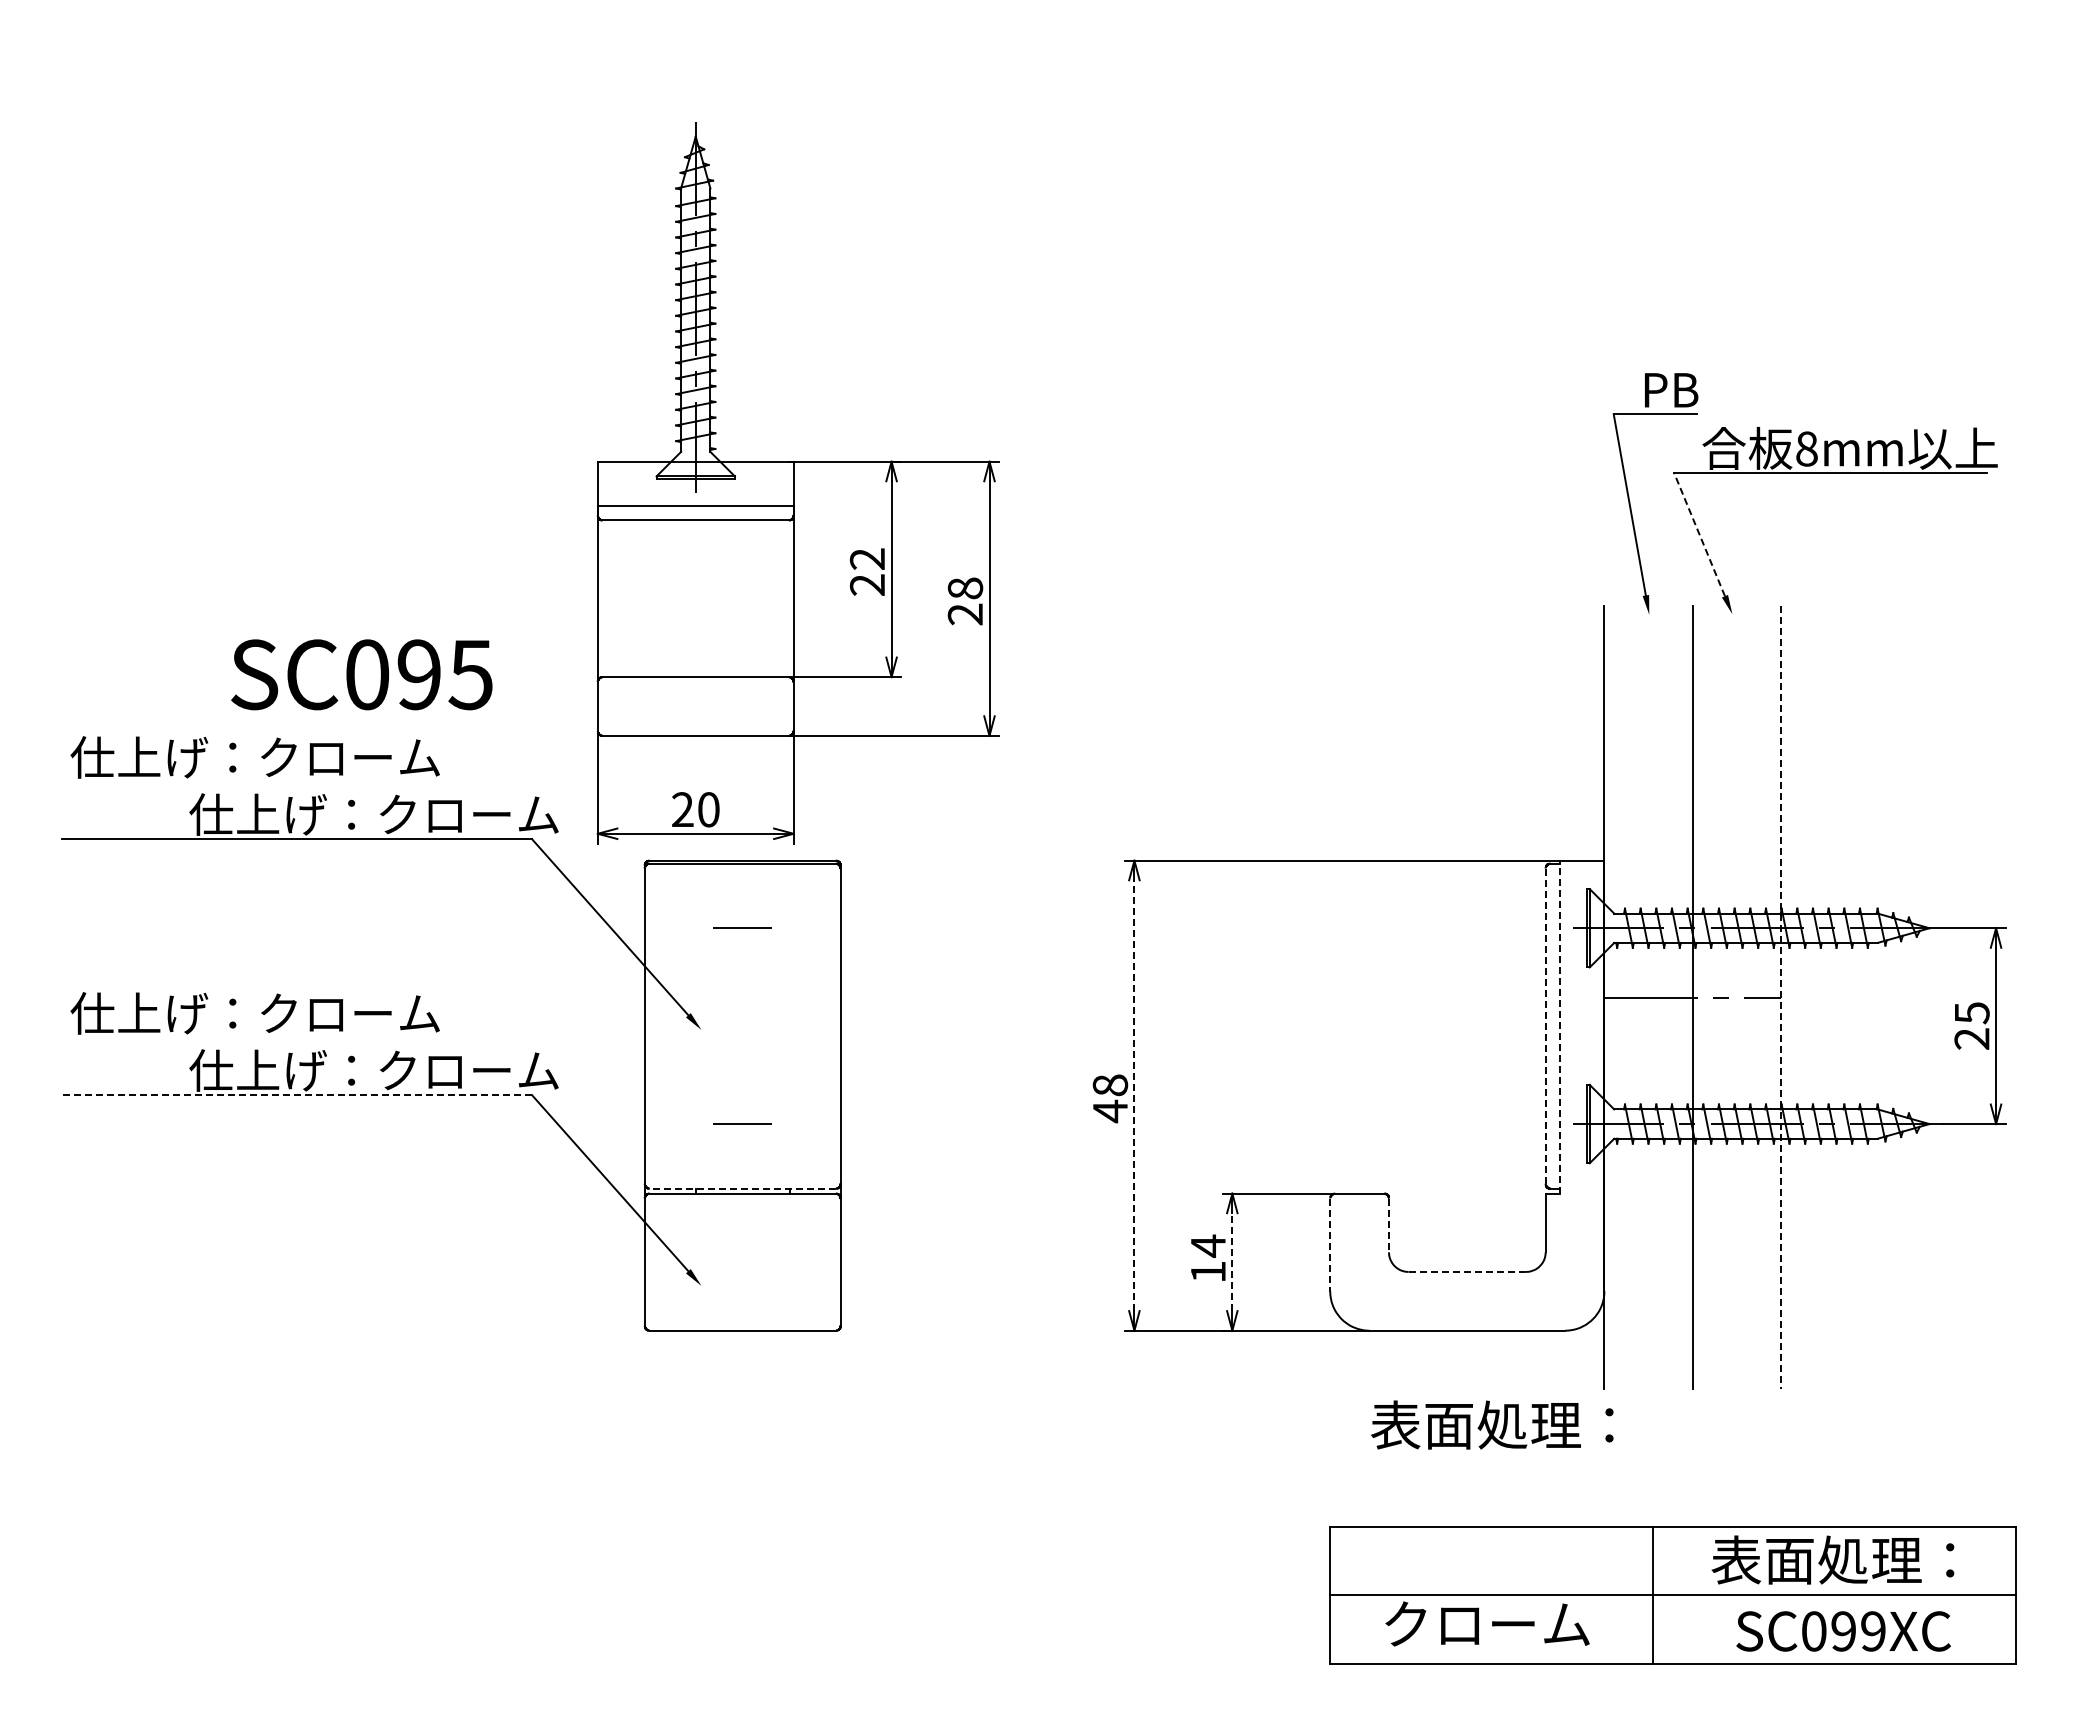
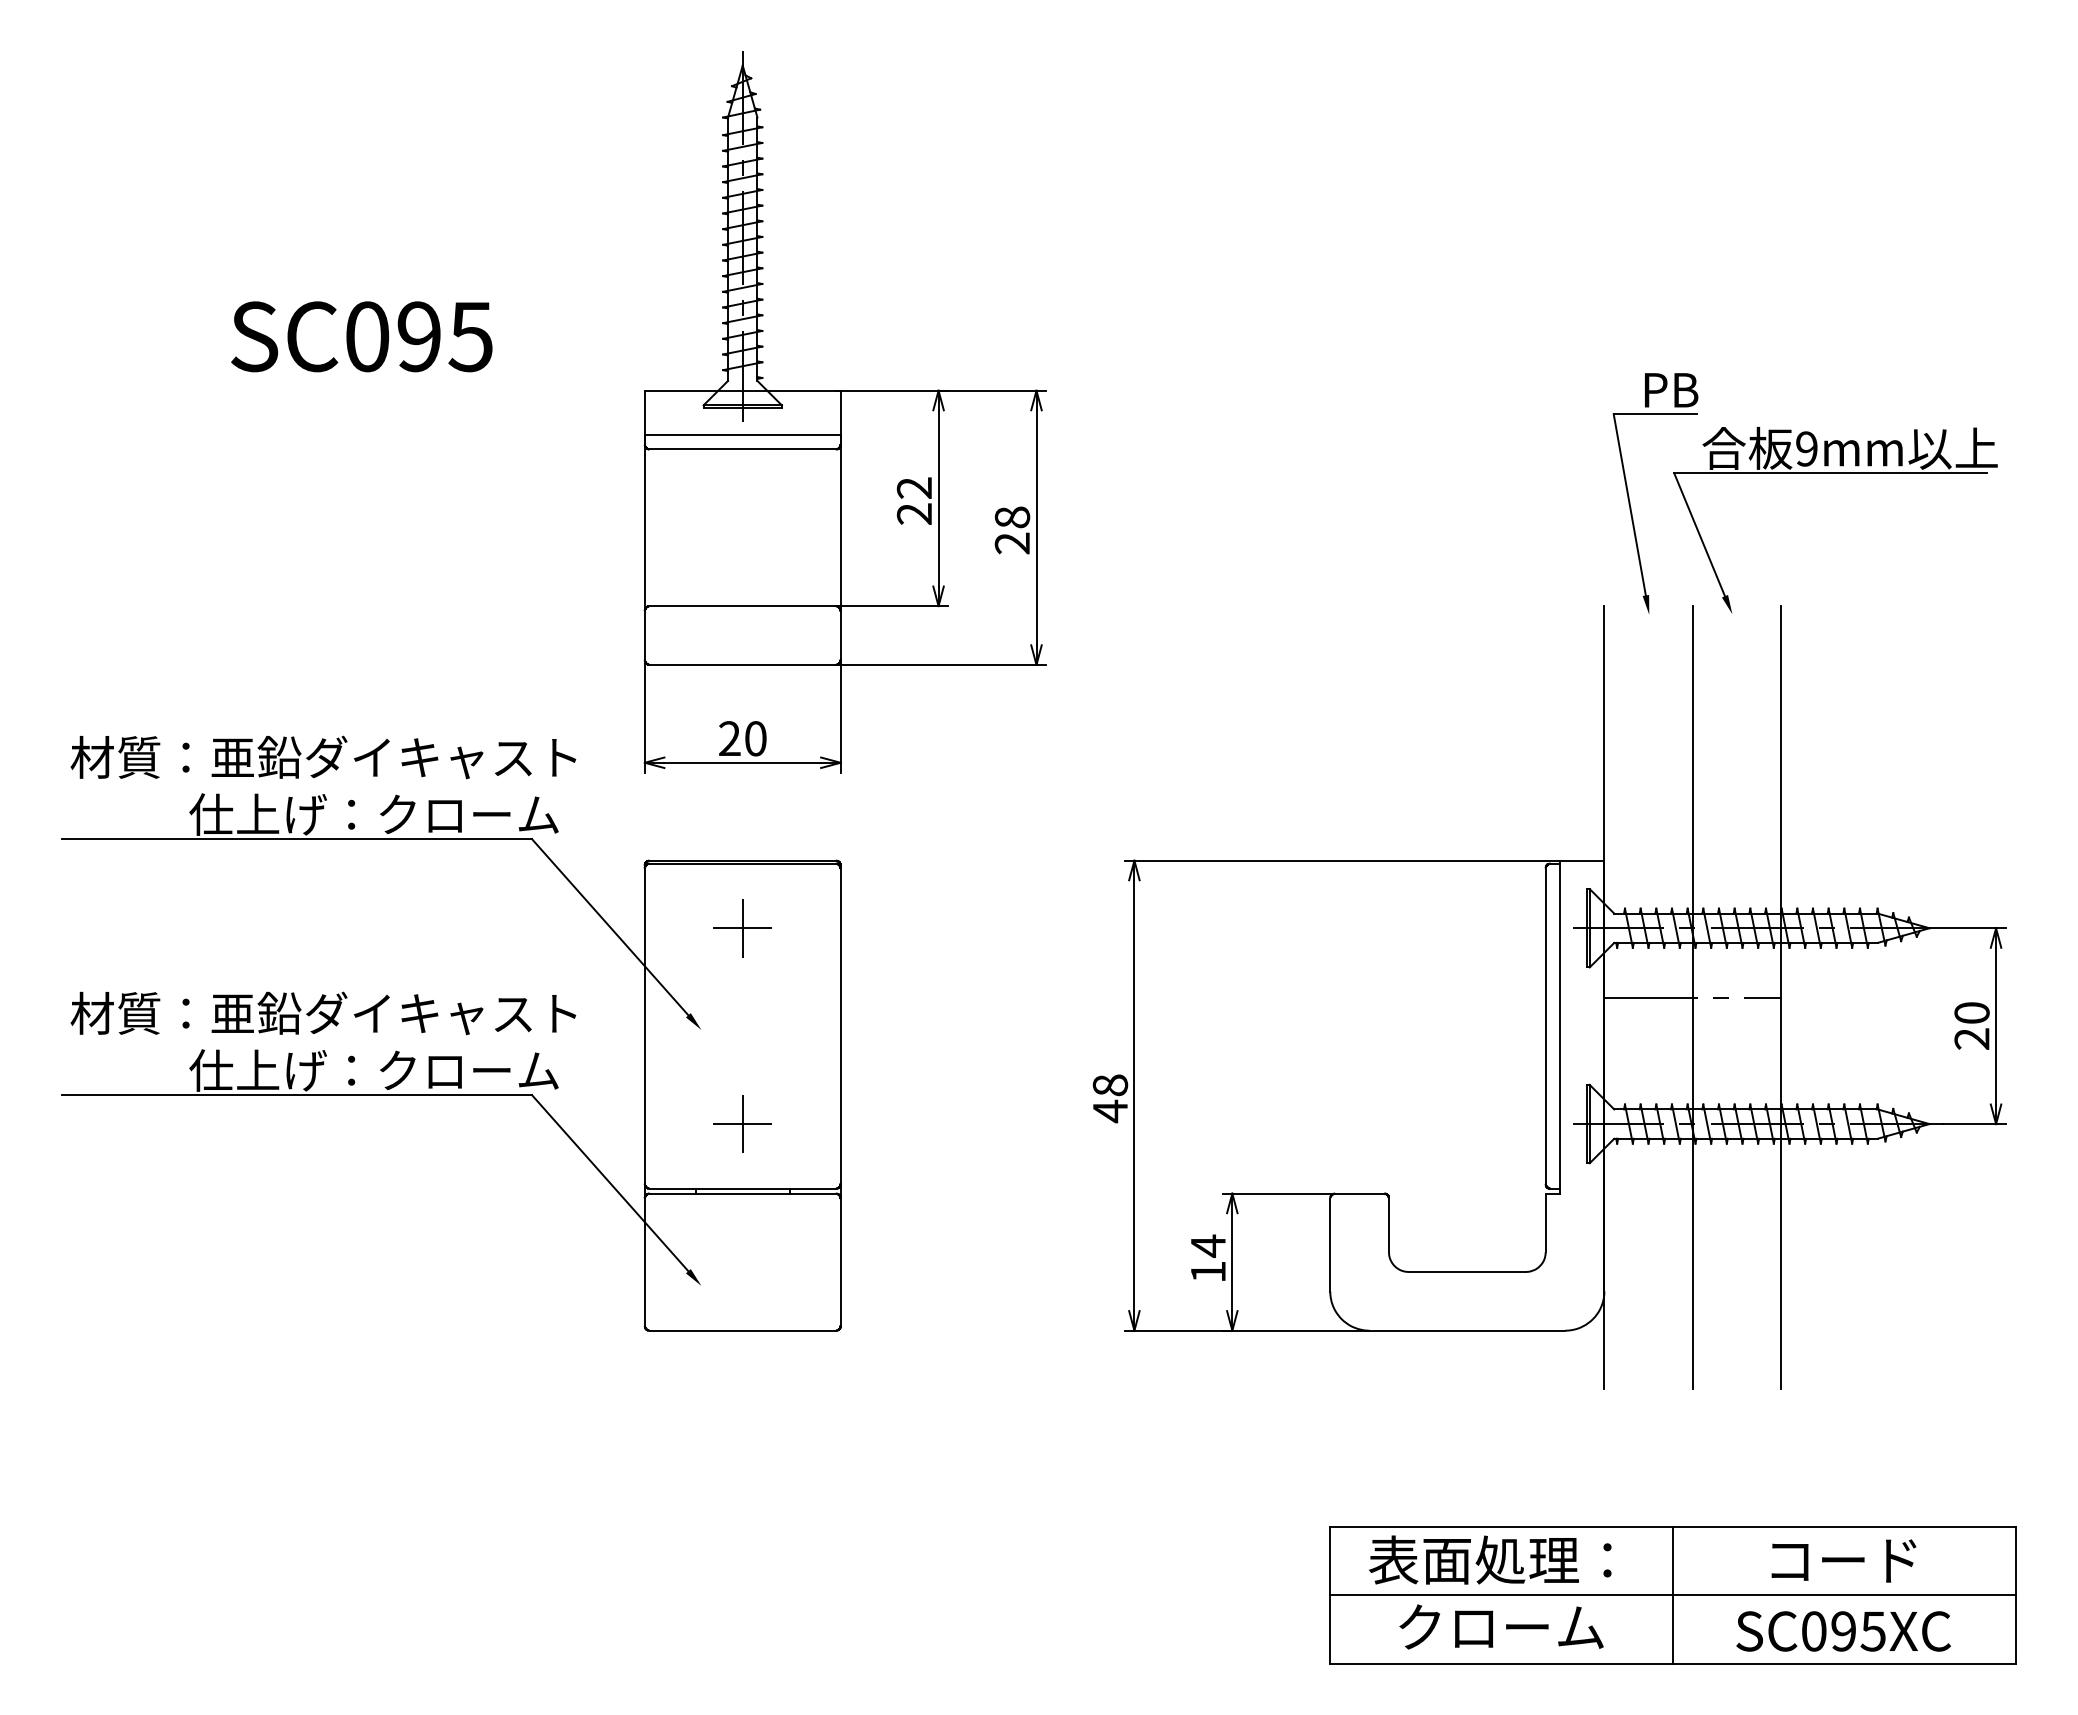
text at (1806, 448): 8mm -> 9mm
part at (797, 483) position: (797, 483) -> (844, 412)
line at (1699, 534): dashed -> solid
text at (361, 674) position: (361, 674) -> (361, 336)
text at (323, 757): 仕上げ：クローム -> 材質：亜鉛ダイキャスト
line at (742, 927): none -> present
line at (1780, 997): dashed -> solid
text at (323, 1013): 仕上げ：クローム -> 材質：亜鉛ダイキャスト
text at (1971, 1013): 25 -> 20
line at (1545, 1026): dashed -> solid
line at (1560, 1026): dashed -> solid
line at (297, 1095): dashed -> solid
line at (1134, 1095): dashed -> solid
line at (742, 1123): none -> present
line at (742, 1188): dashed -> solid
line at (1389, 1225): dashed -> solid
line at (1330, 1245): dashed -> solid
line at (1232, 1262): dashed -> solid
line at (1467, 1271): dashed -> solid
text at (1492, 1424) position: (1492, 1424) -> (1490, 1559)
text at (1832, 1559): 表面処理： -> コード
line at (1652, 1594) position: (1652, 1594) -> (1672, 1594)
text at (1487, 1623) position: (1487, 1623) -> (1501, 1626)
text at (1872, 1631): SC099XC -> SC095XC
